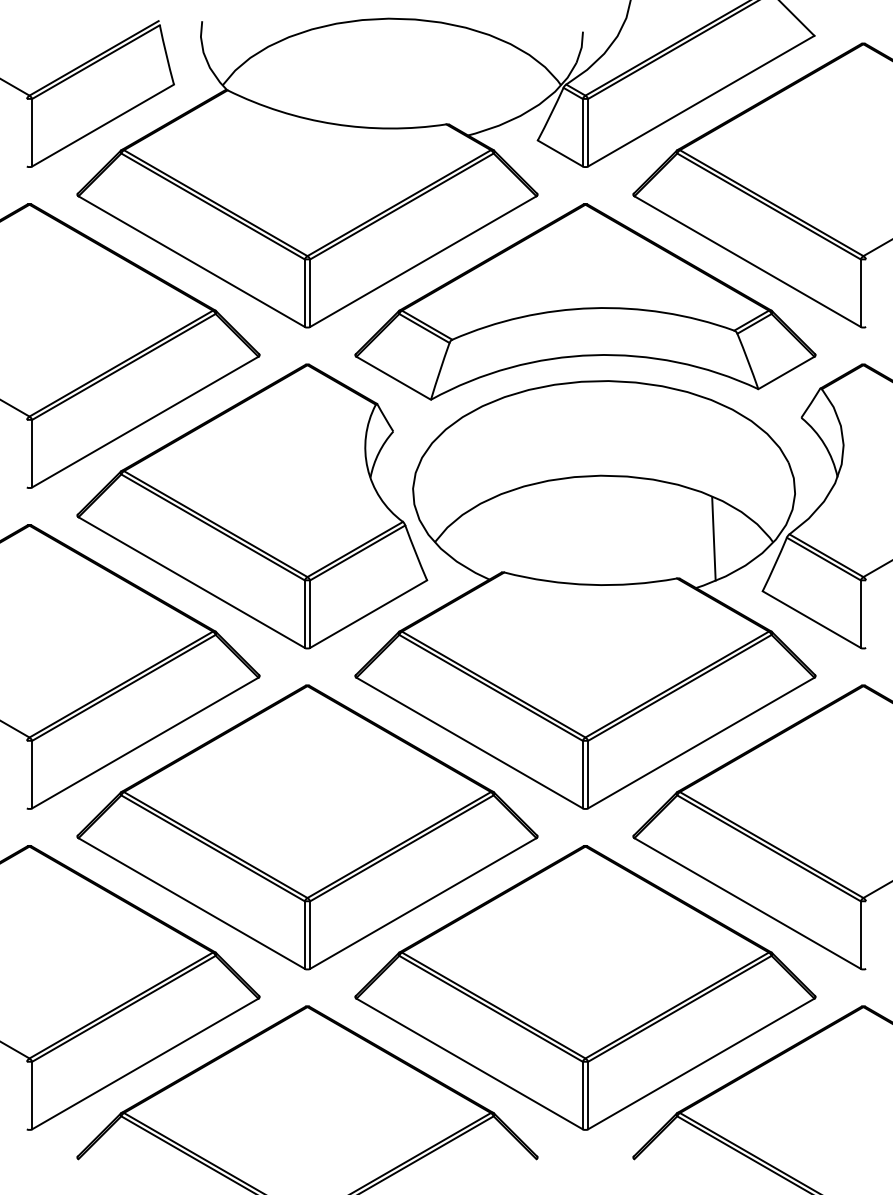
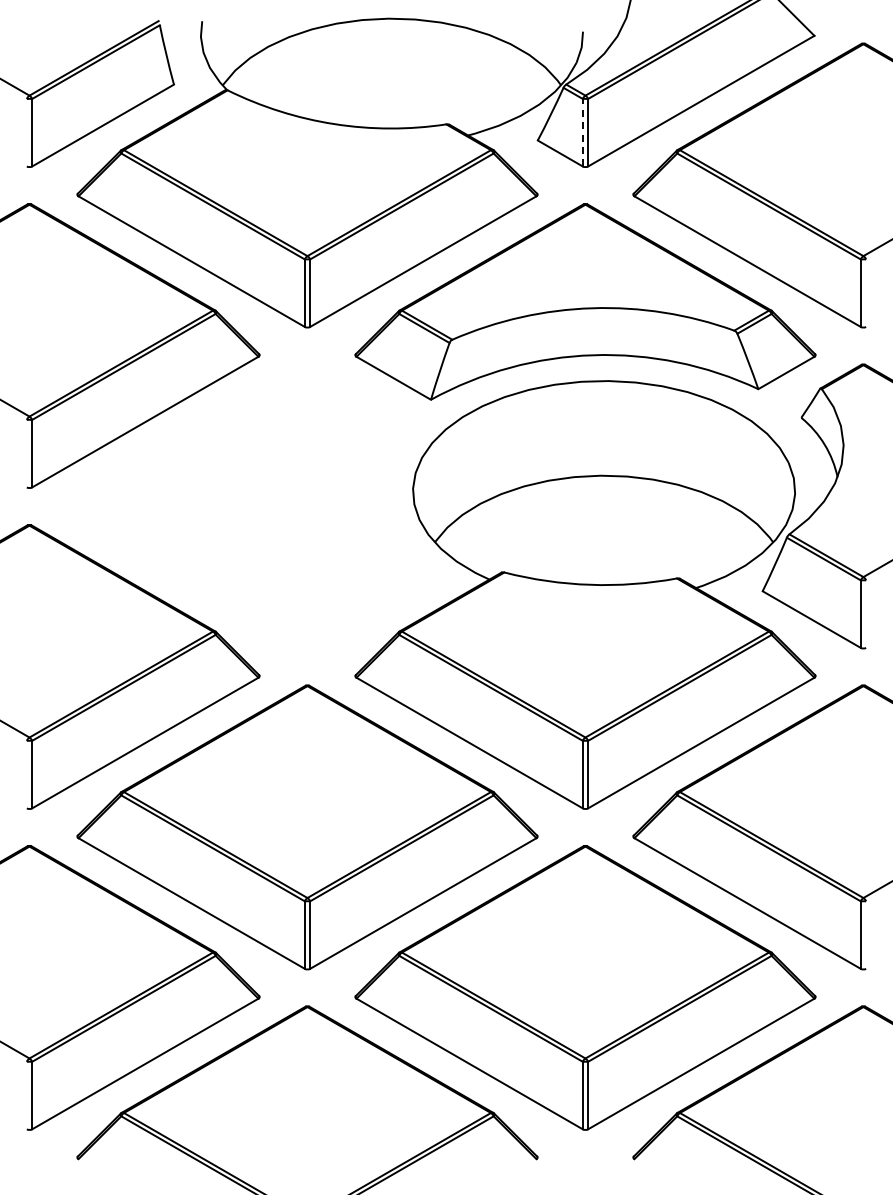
line at (582, 132): solid -> dashed
part at (252, 506): present -> none
line at (713, 538): present -> none
